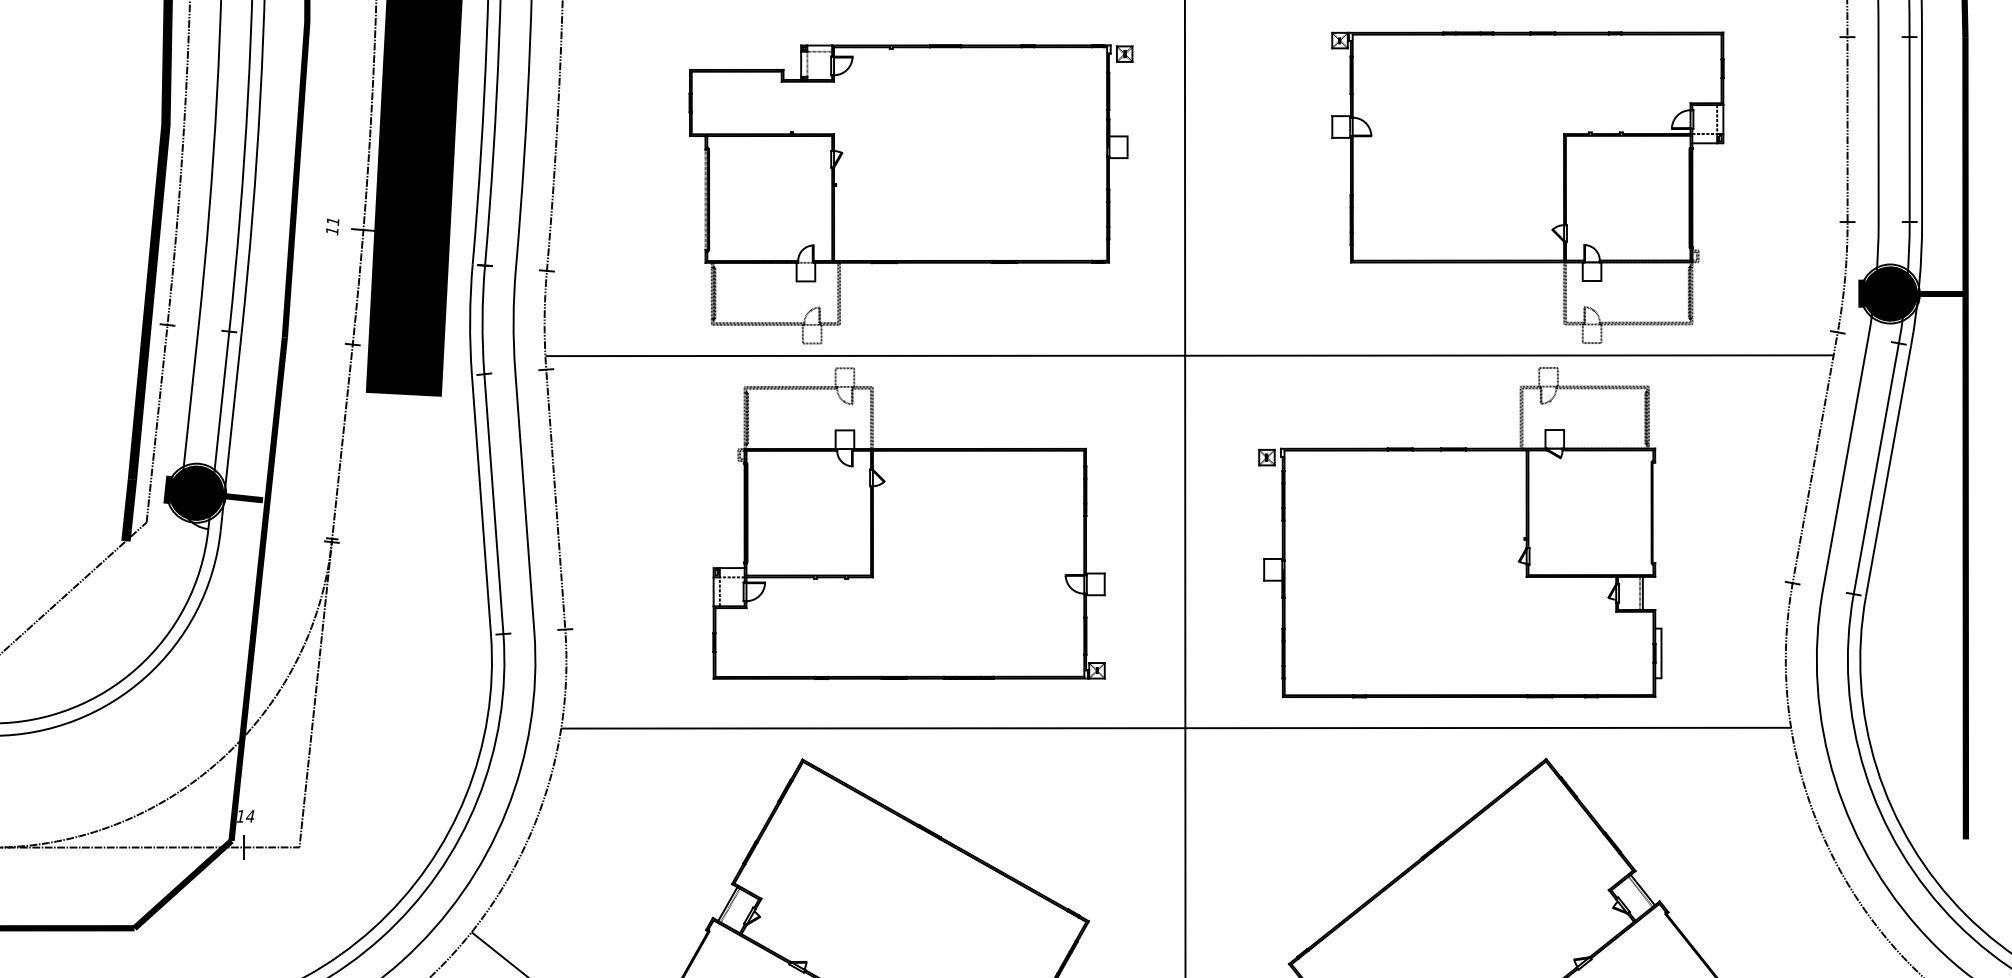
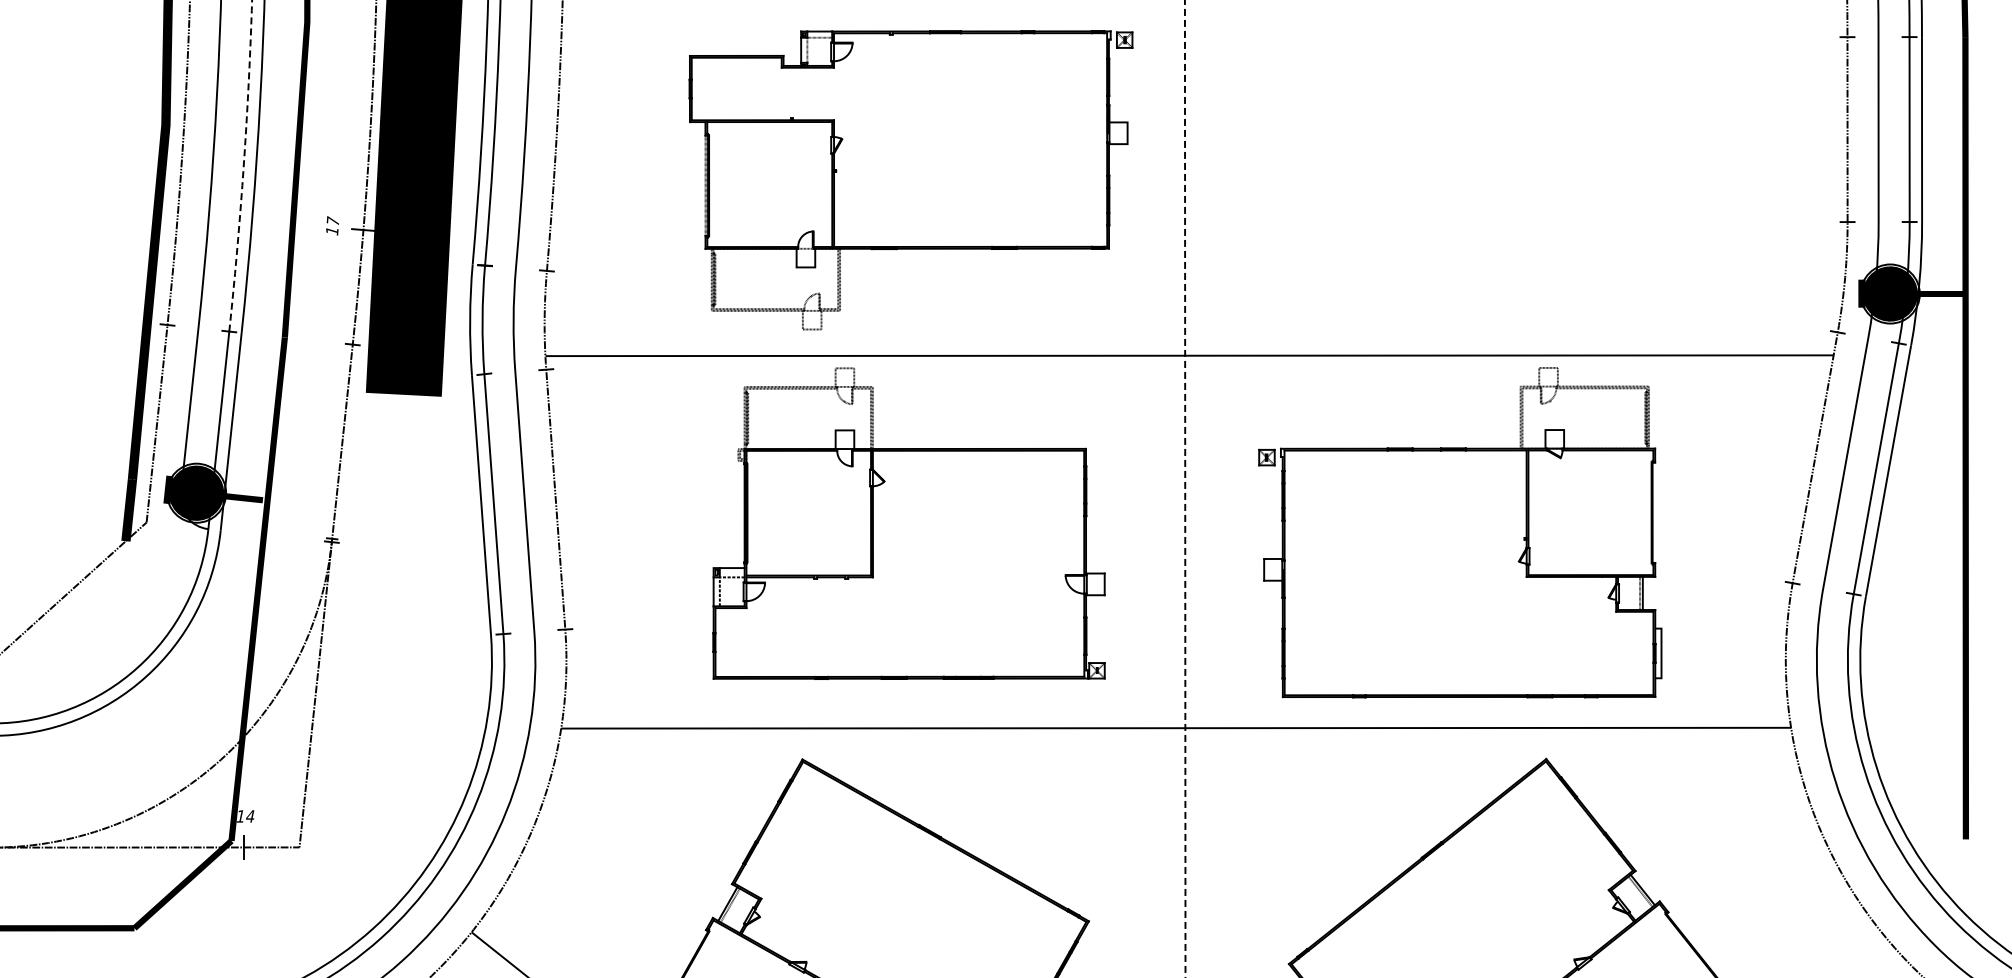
line at (243, 165): solid -> dashed
part at (1527, 187): present -> none
part at (910, 194) position: (910, 194) -> (910, 180)
text at (332, 220): 11 -> 17
line at (1185, 489): solid -> dashed
